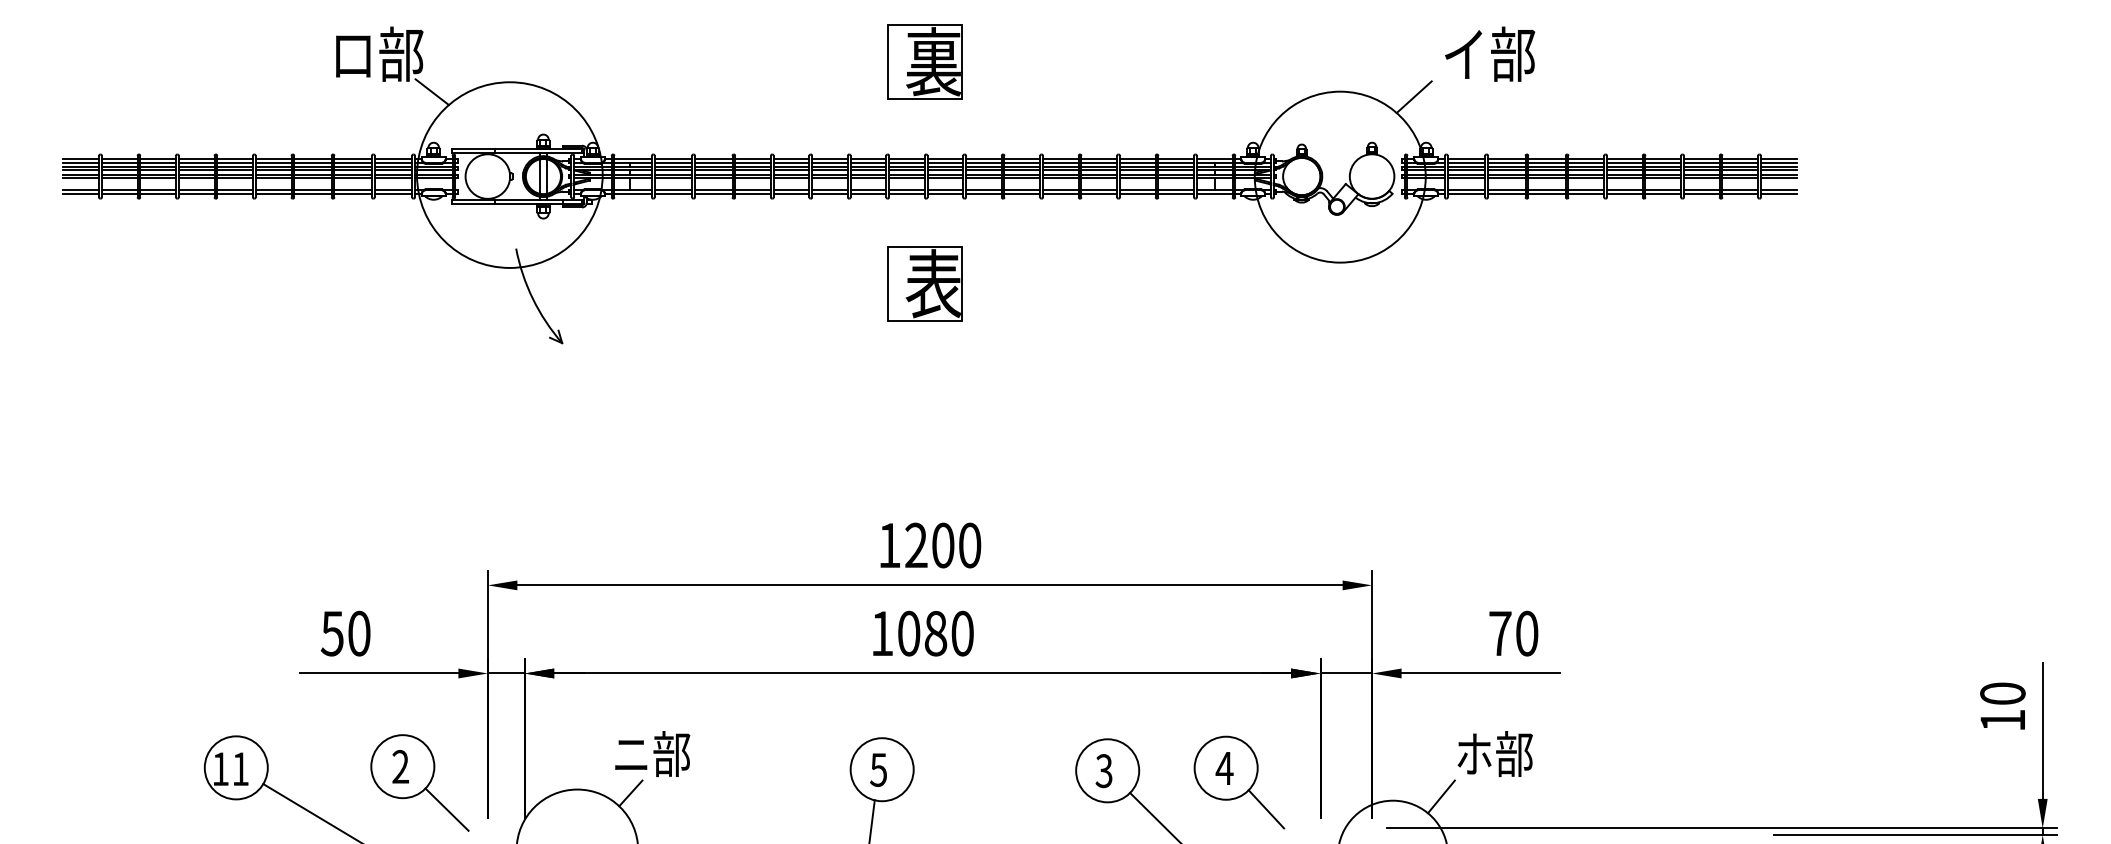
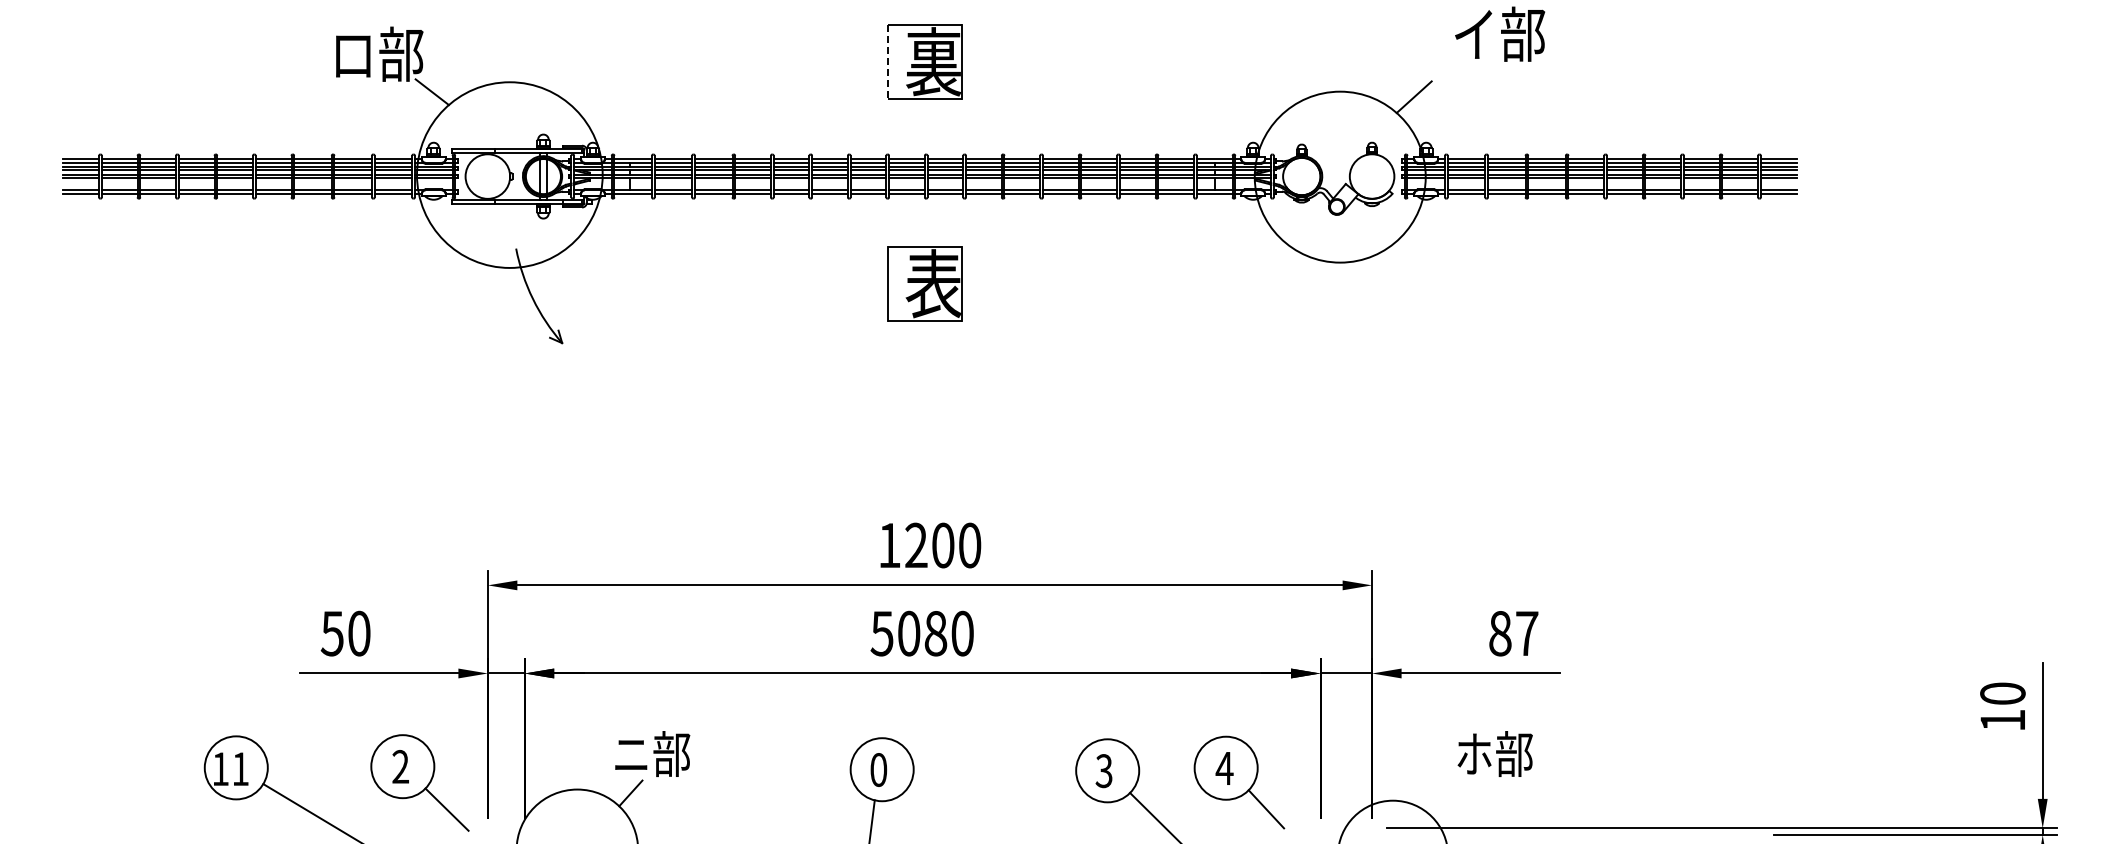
text at (1490, 53) position: (1490, 53) -> (1500, 33)
line at (888, 62): solid -> dashed
text at (881, 633): 1080 -> 5080
text at (1513, 633): 70 -> 87
text at (878, 769): 5 -> 0
line at (1441, 796): present -> none
